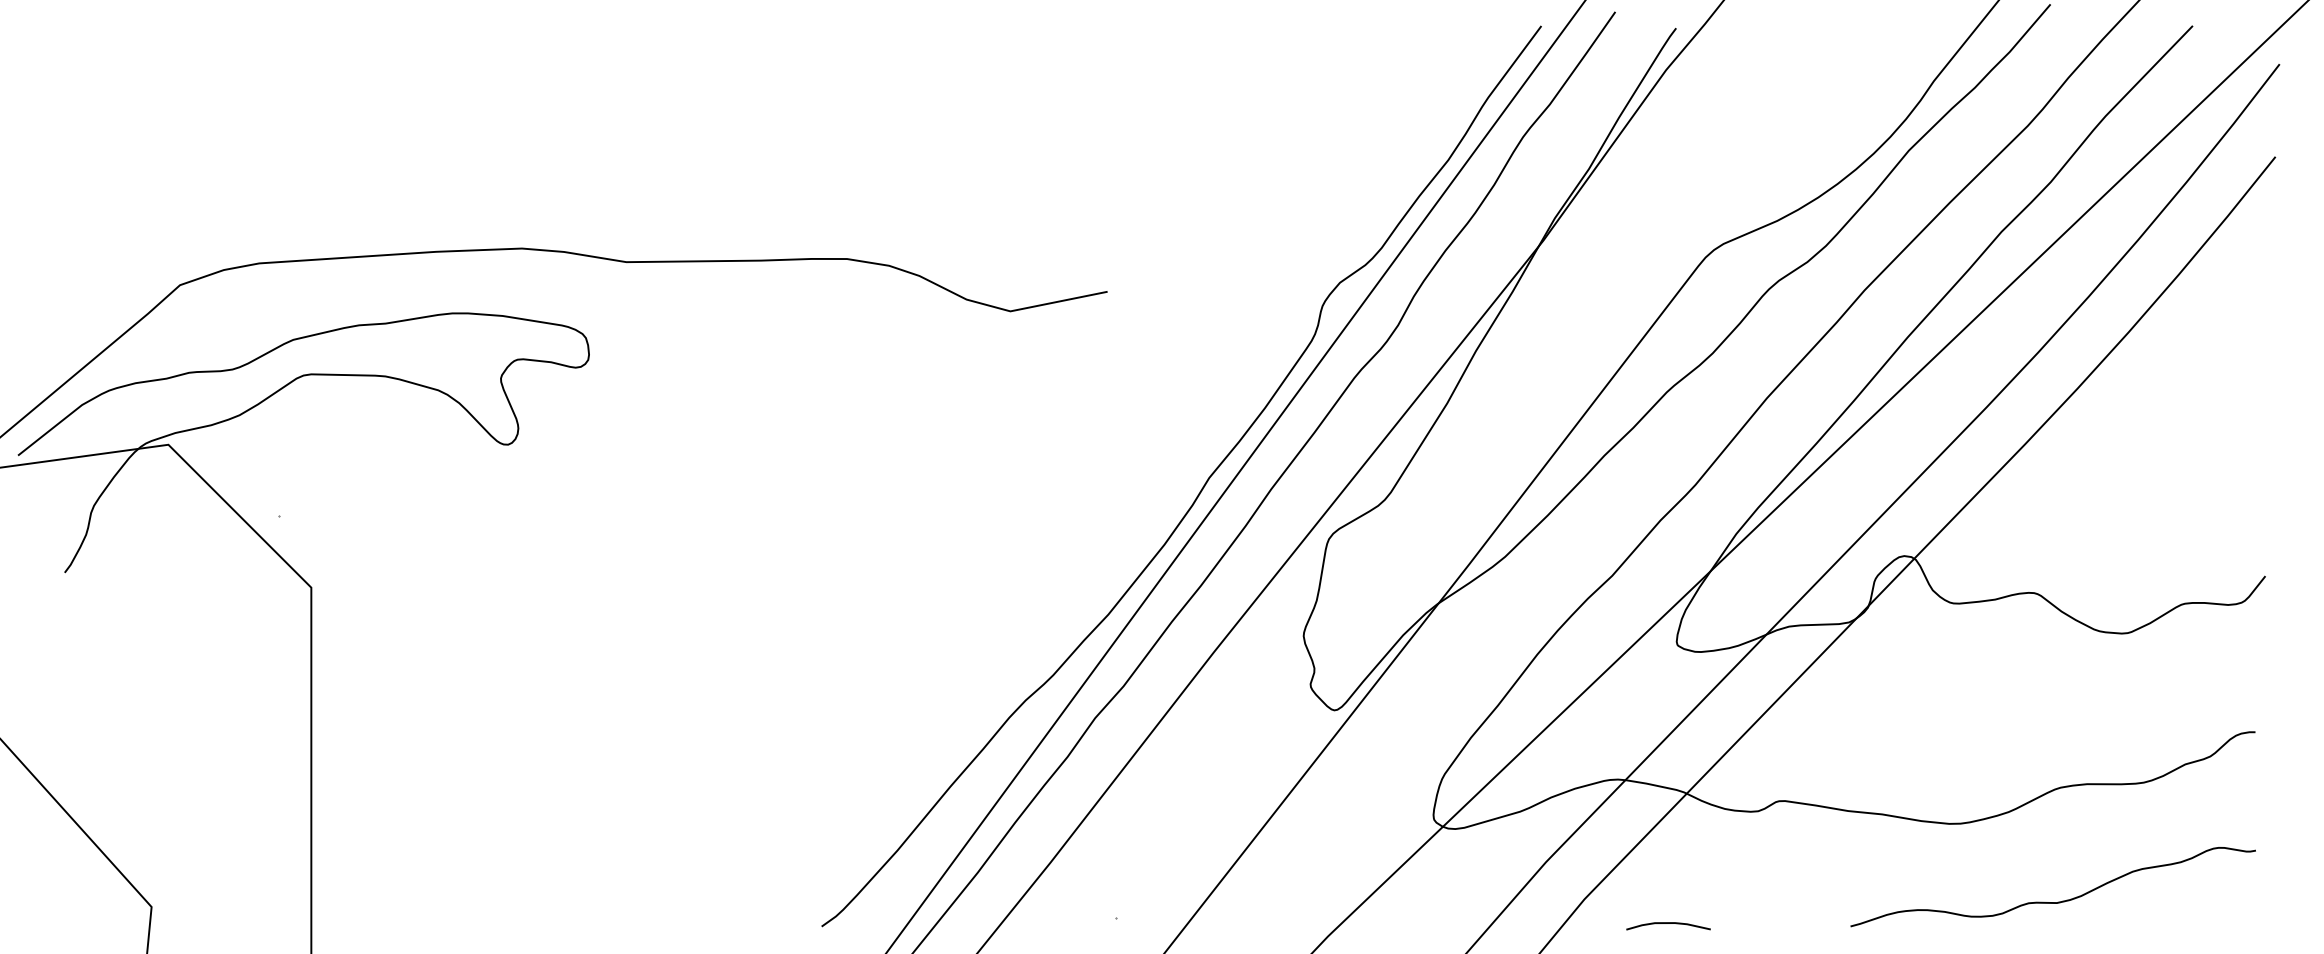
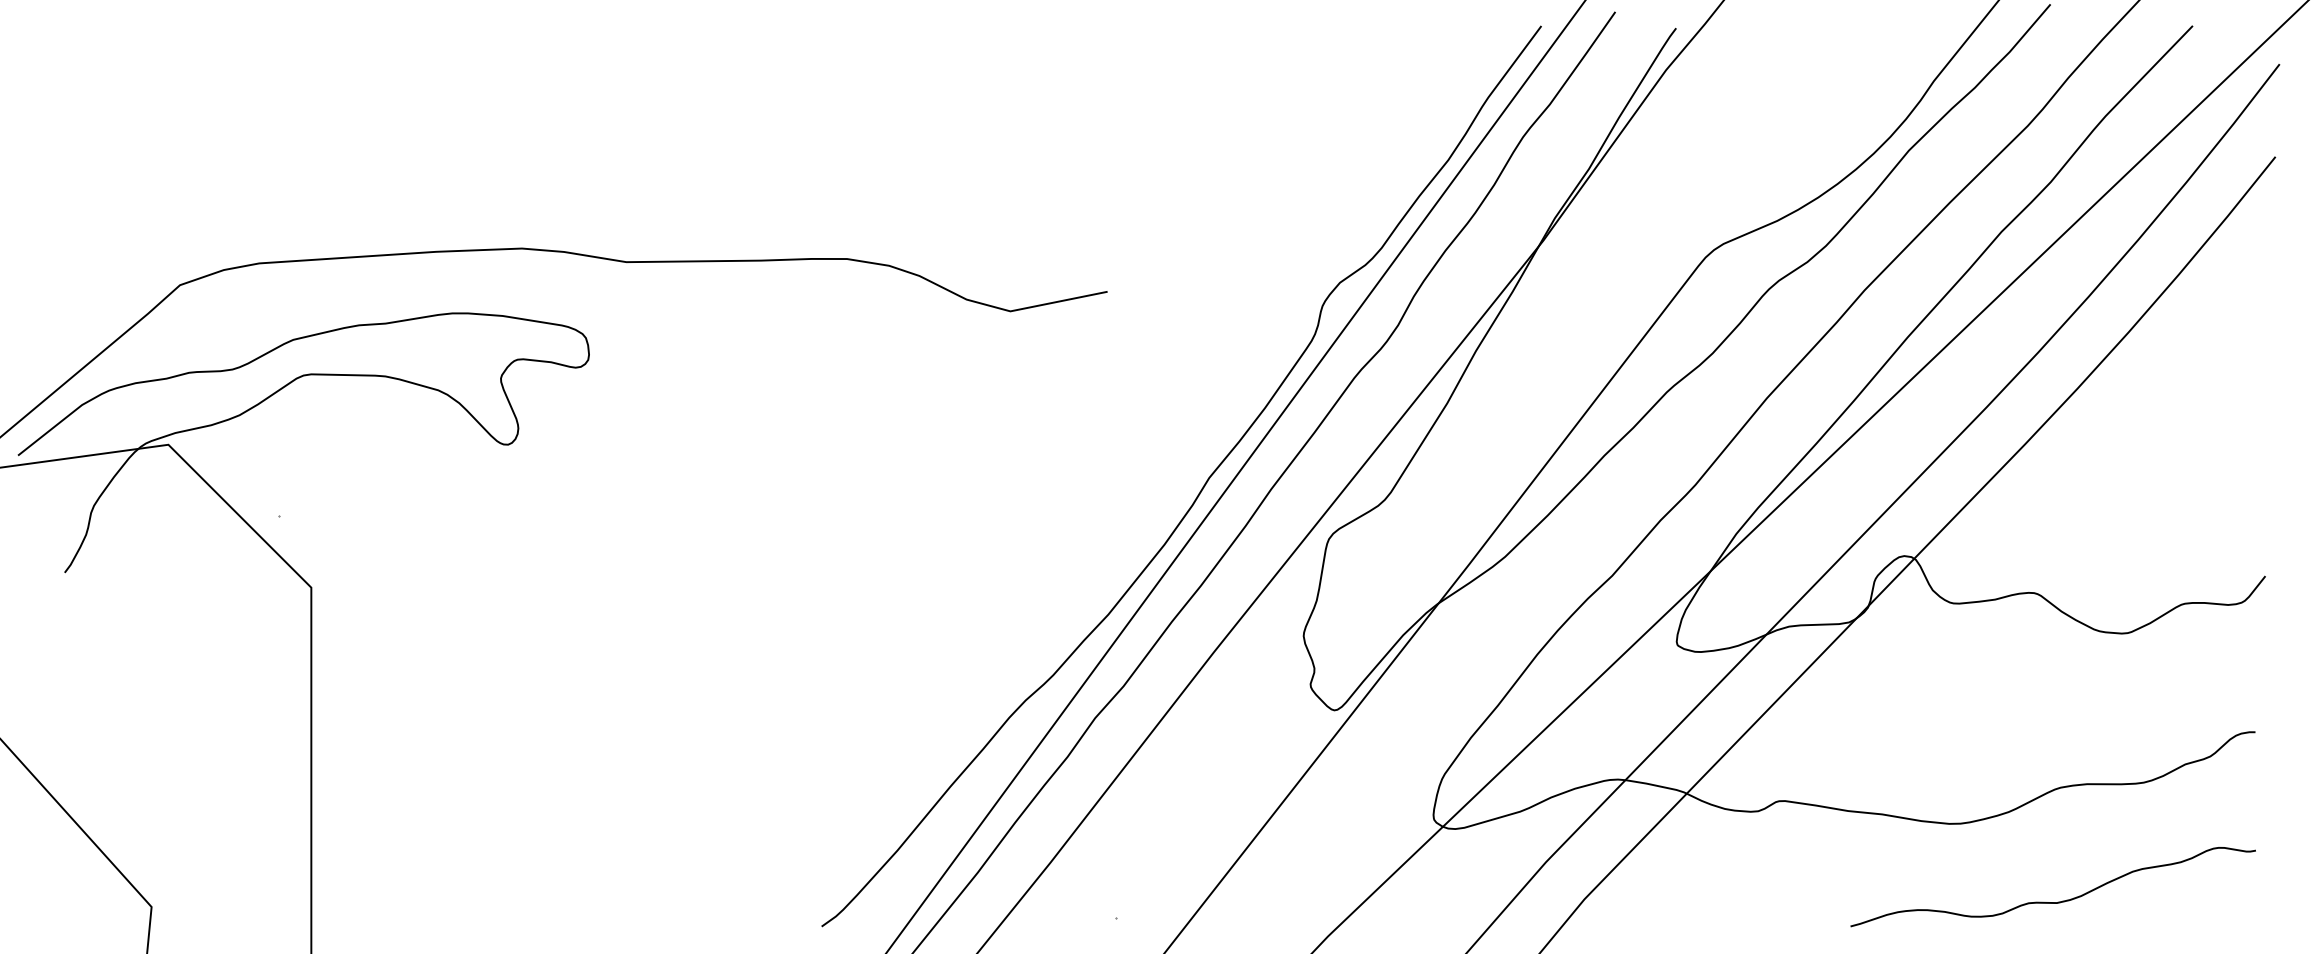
curve at (1668, 923): present -> none
